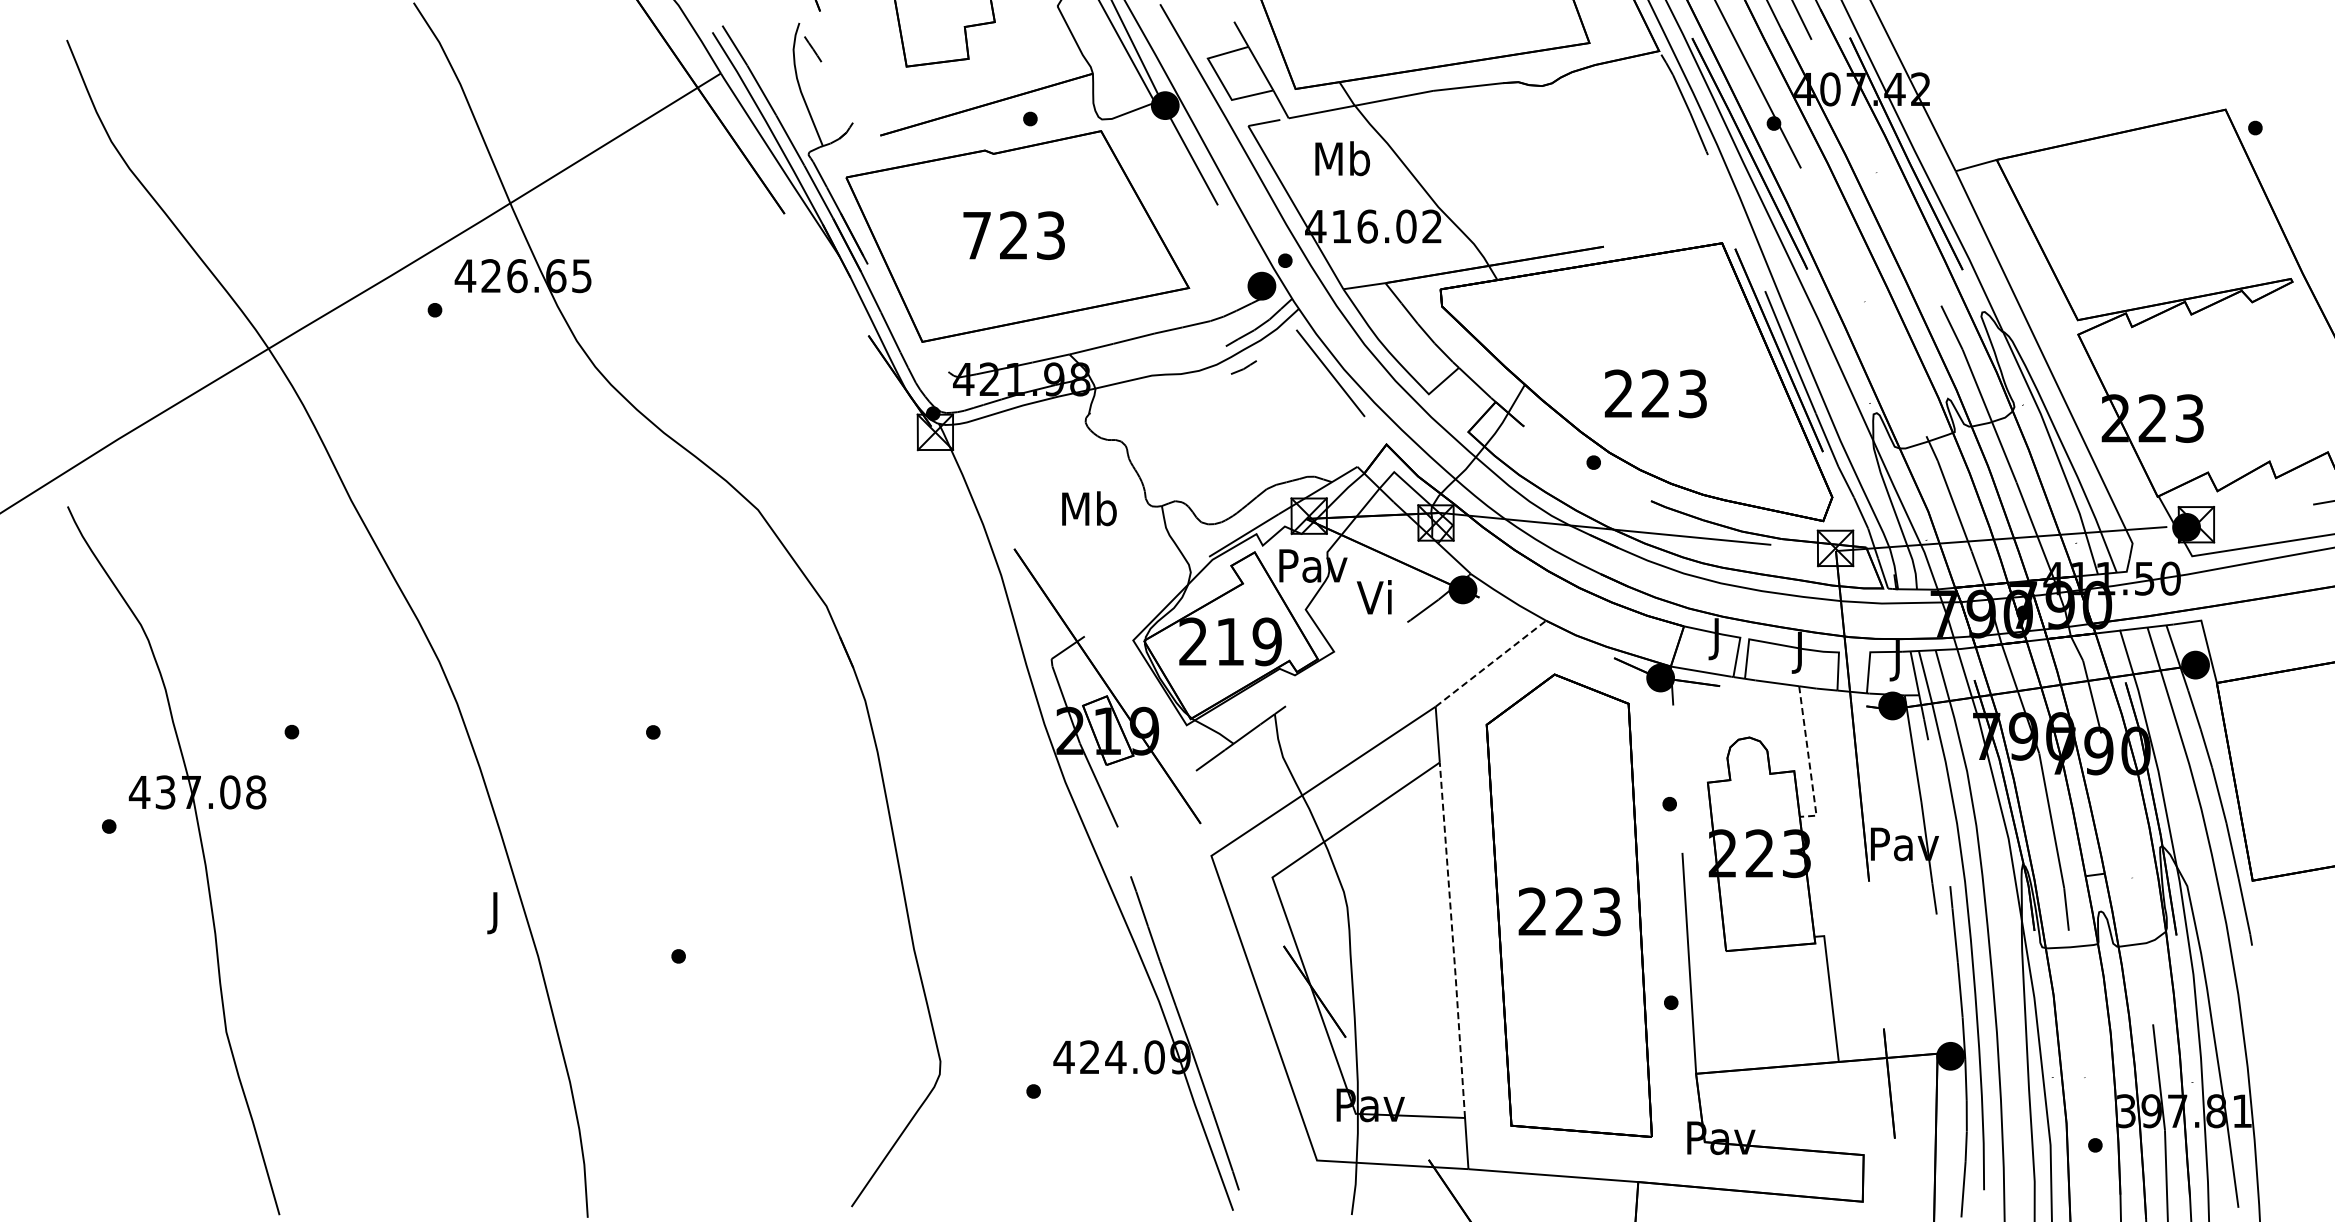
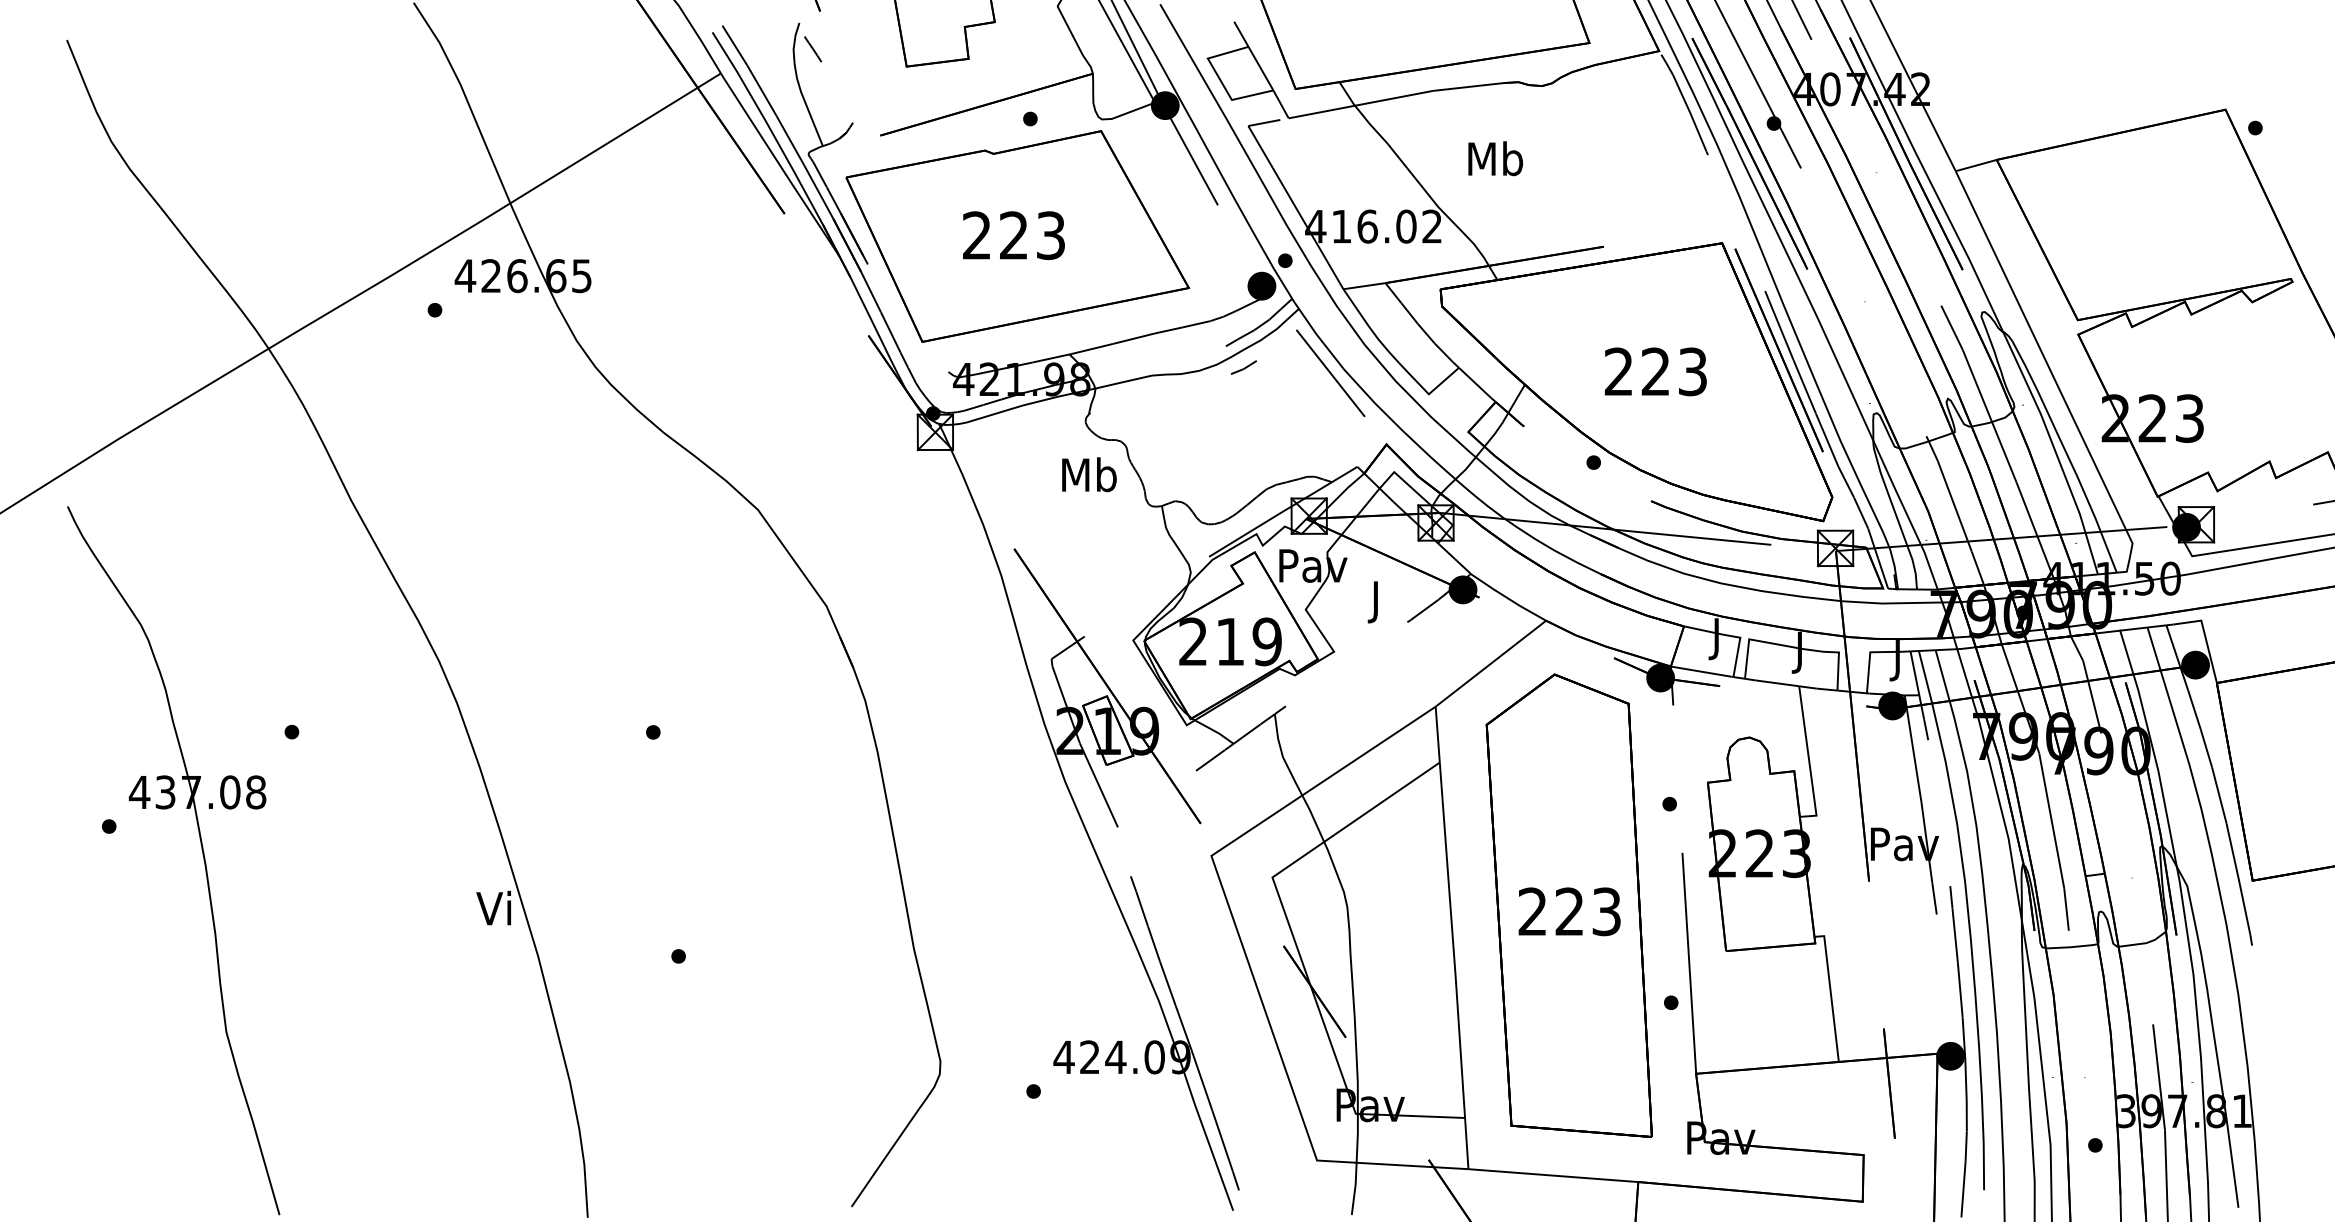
text at (1342, 158) position: (1342, 158) -> (1495, 158)
text at (976, 235): 723 -> 223
text at (1655, 393) position: (1655, 393) -> (1655, 371)
text at (1089, 508) position: (1089, 508) -> (1089, 474)
text at (1373, 601): Vi -> J
line at (1490, 663): dashed -> solid
line at (1809, 760): dashed -> solid
text at (493, 912): J -> Vi
line at (1452, 940): dashed -> solid
